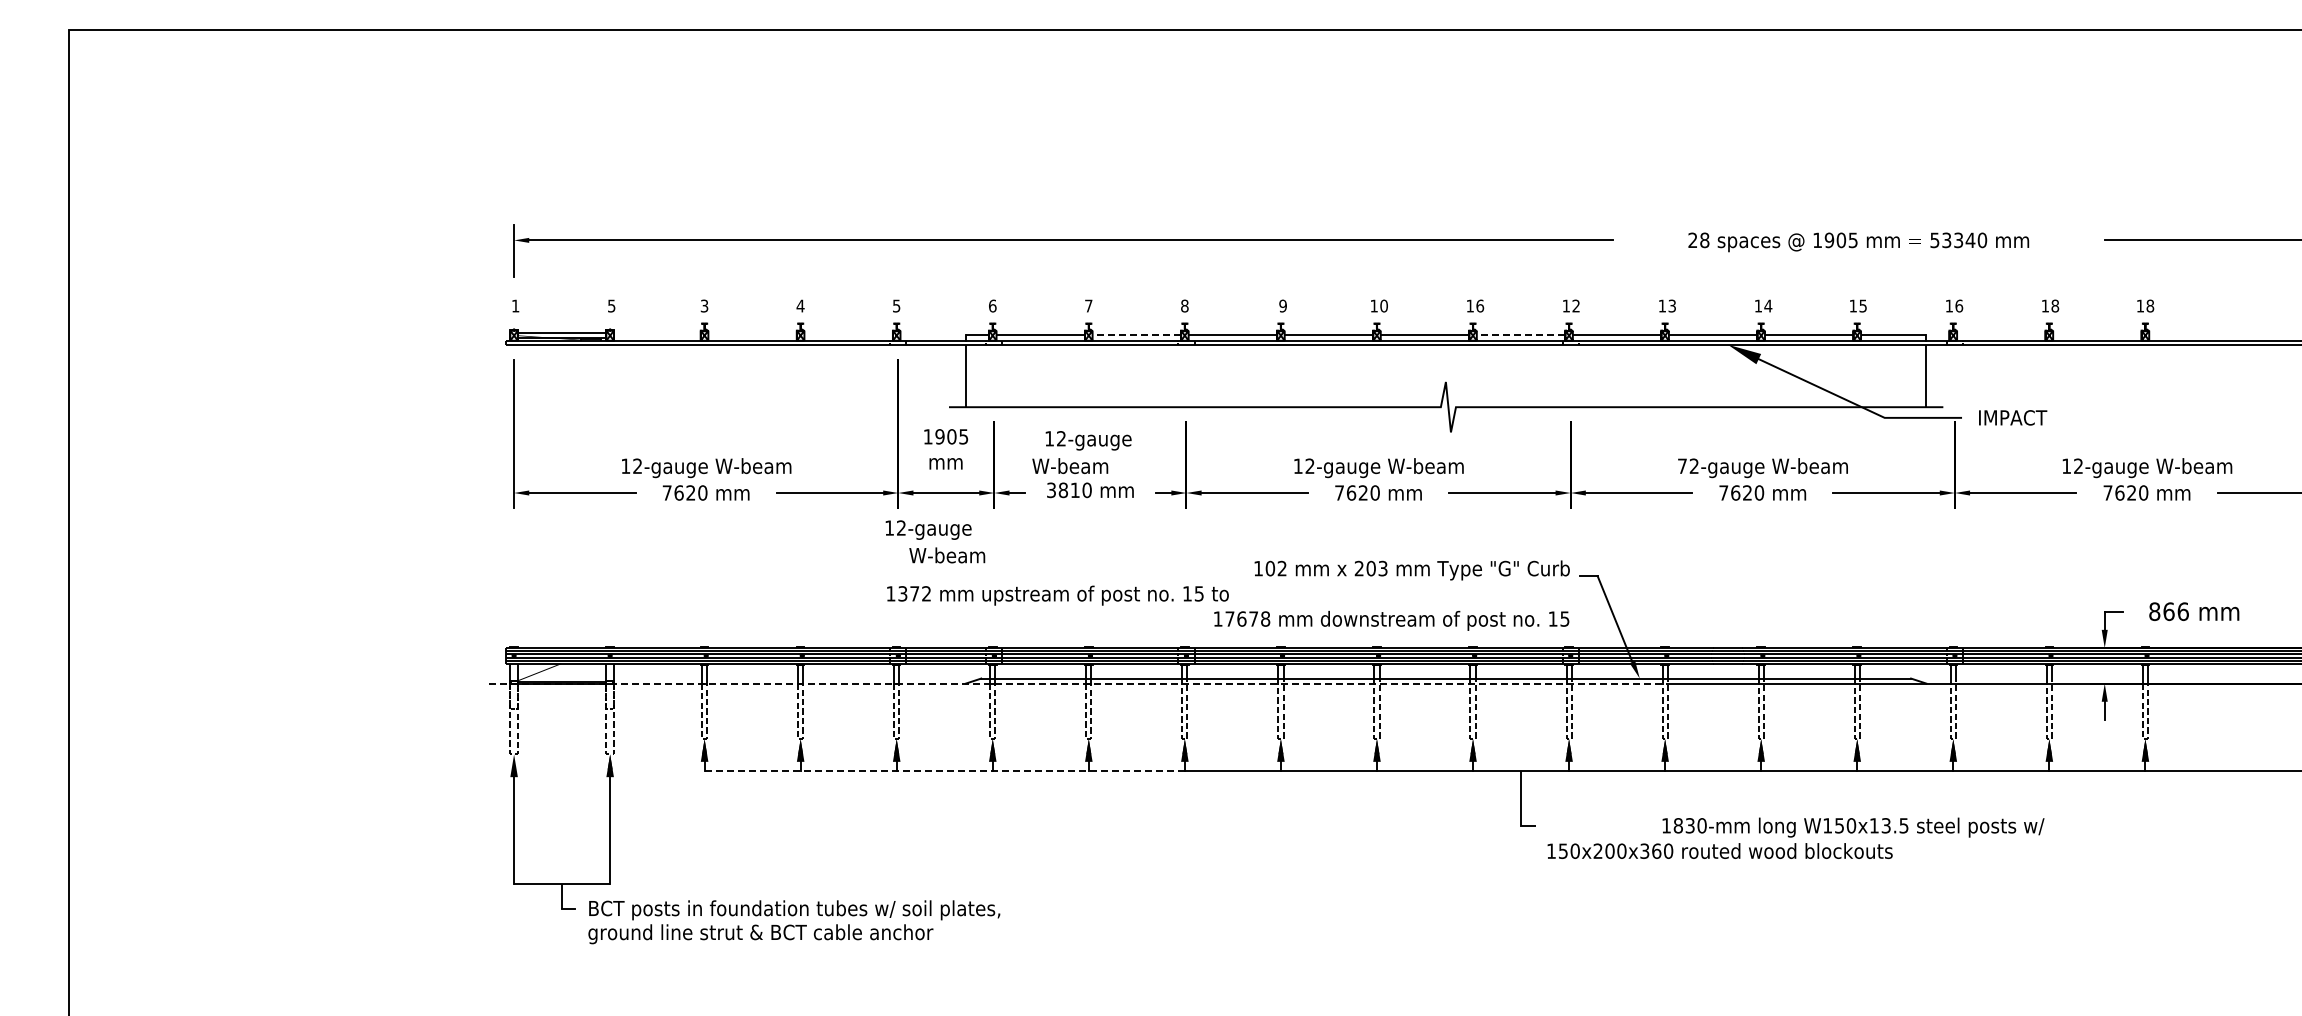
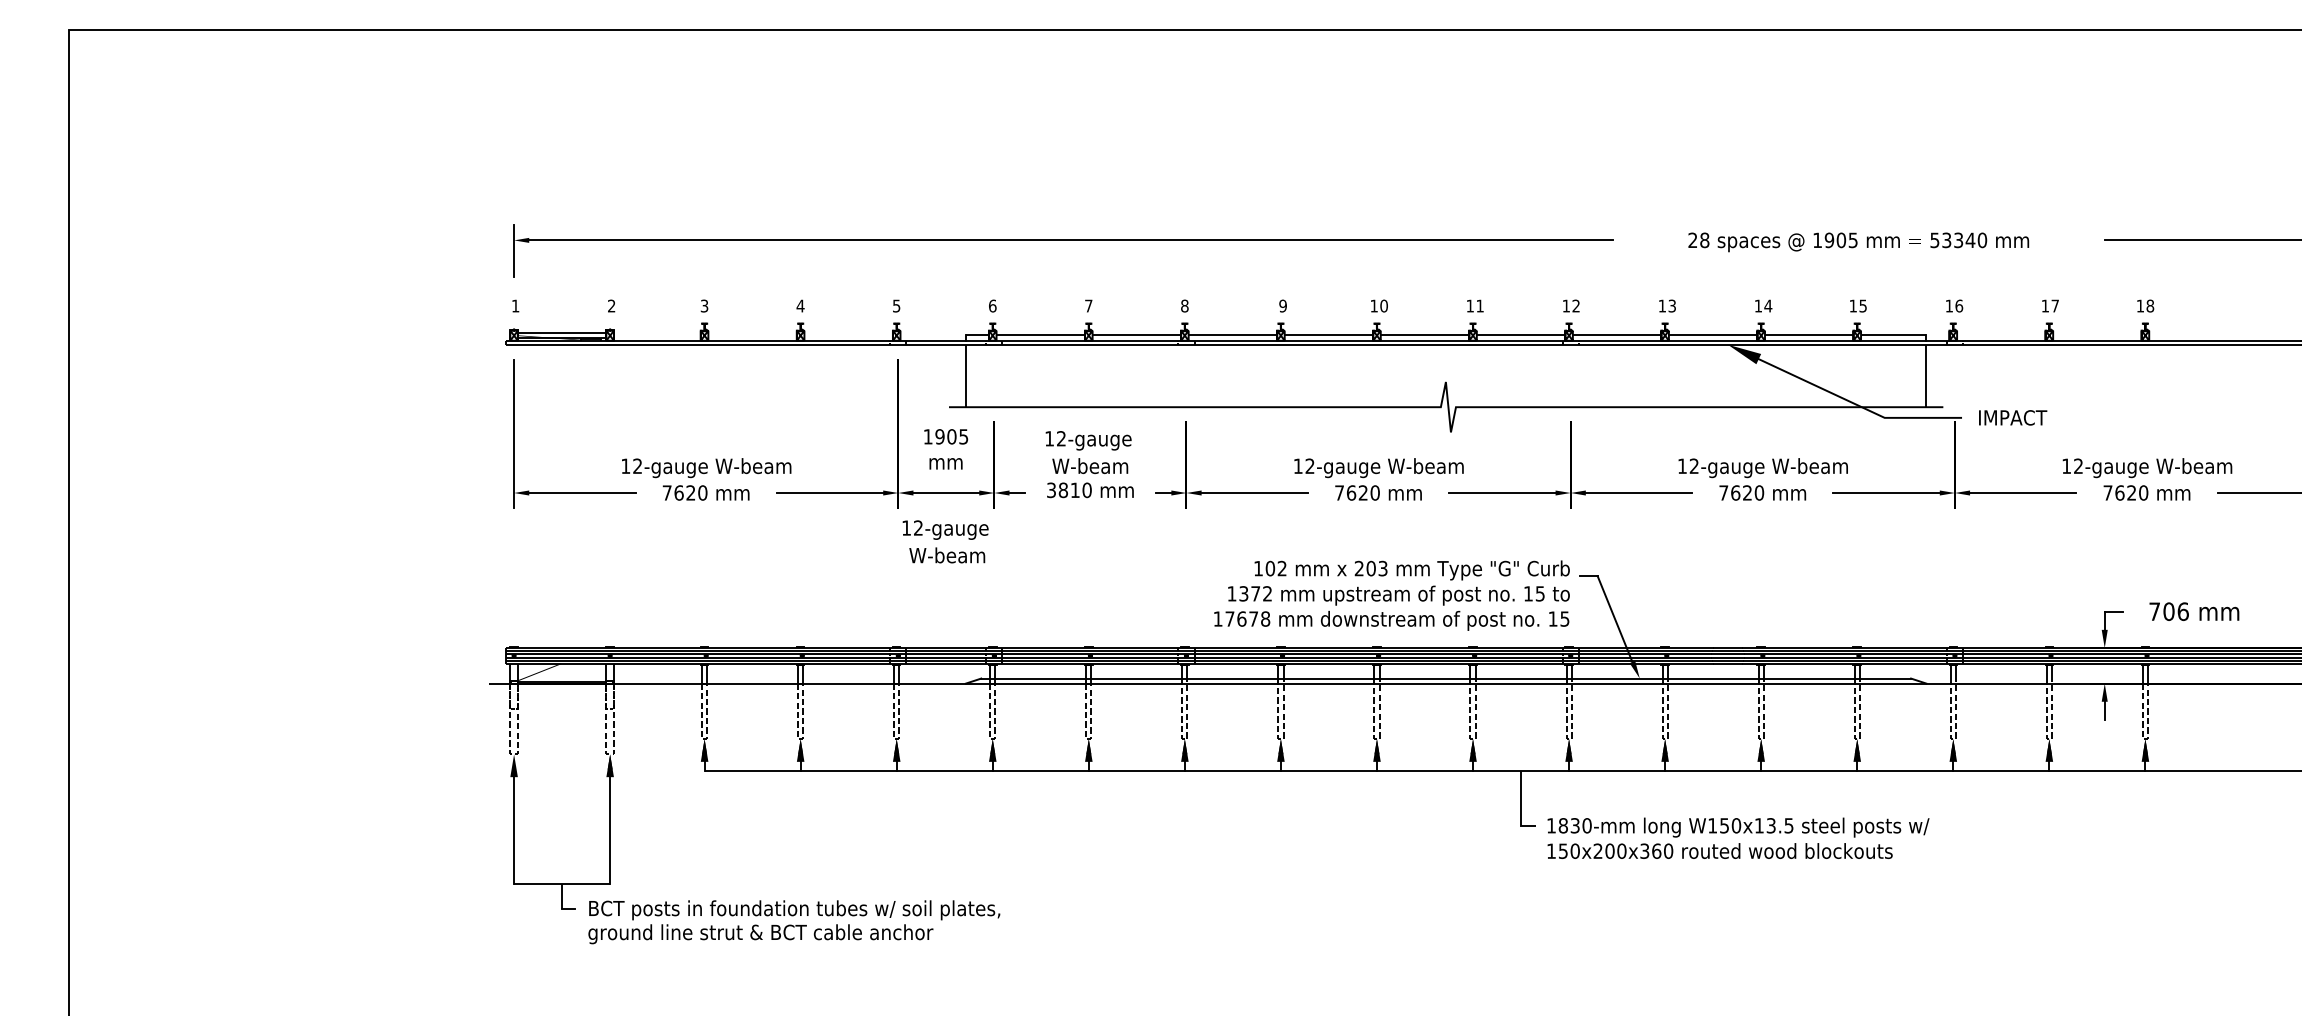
text at (611, 305): 5 -> 2
text at (1480, 305): 16 -> 11
text at (2055, 305): 18 -> 17
line at (1136, 334): dashed -> solid
line at (1520, 334): dashed -> solid
text at (1682, 465): 72-gauge -> 12-gauge
text at (1070, 466) position: (1070, 466) -> (1090, 466)
text at (928, 529) position: (928, 529) -> (945, 529)
text at (1057, 595) position: (1057, 595) -> (1398, 595)
text at (2161, 611): 866 -> 706
line at (1078, 683): dashed -> solid
line at (945, 770): dashed -> solid
text at (1853, 827) position: (1853, 827) -> (1738, 827)
